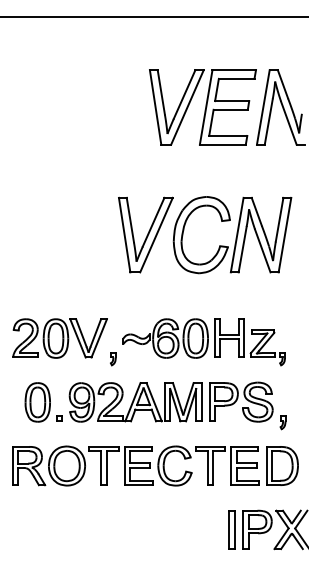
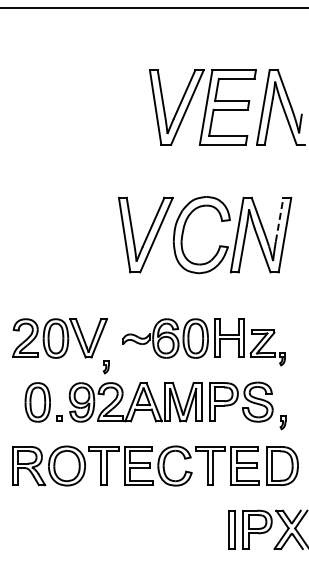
line at (153, 16) position: (153, 16) -> (153, 7)
line at (279, 219): solid -> dashed
part at (113, 359) position: (113, 359) -> (106, 367)
